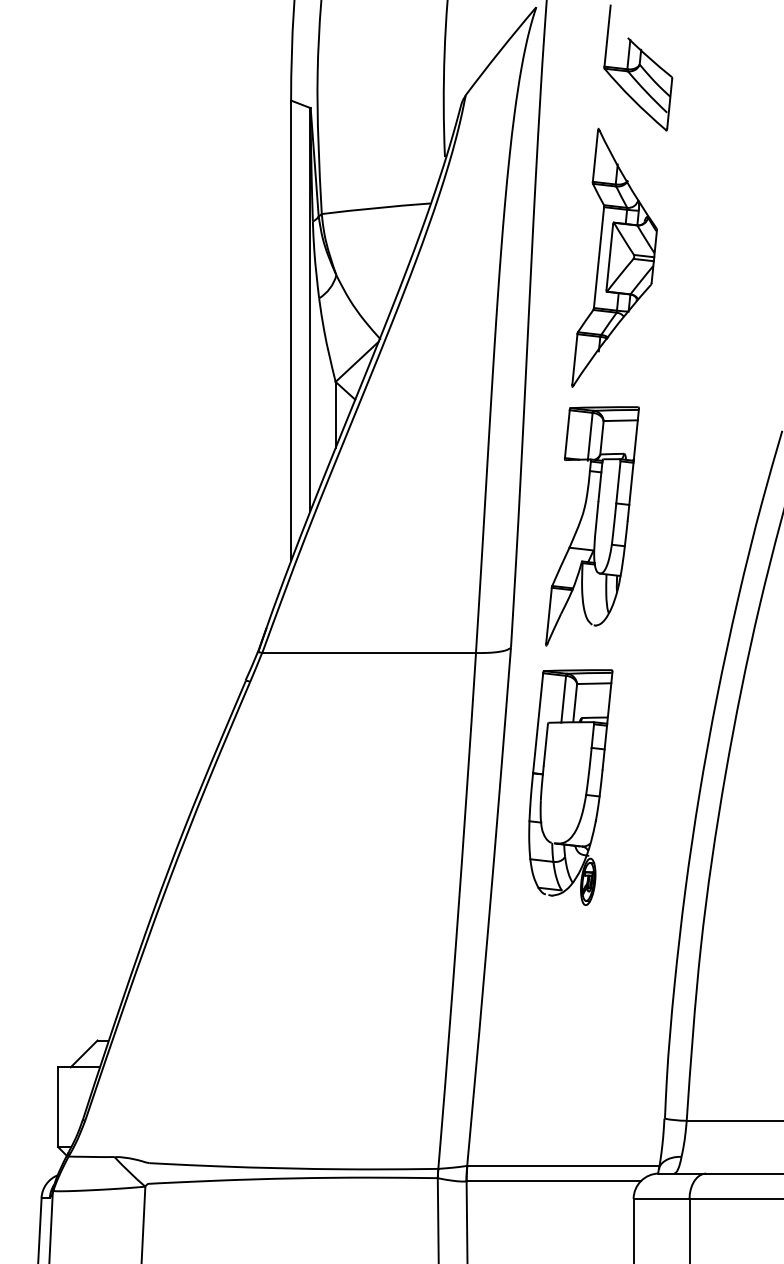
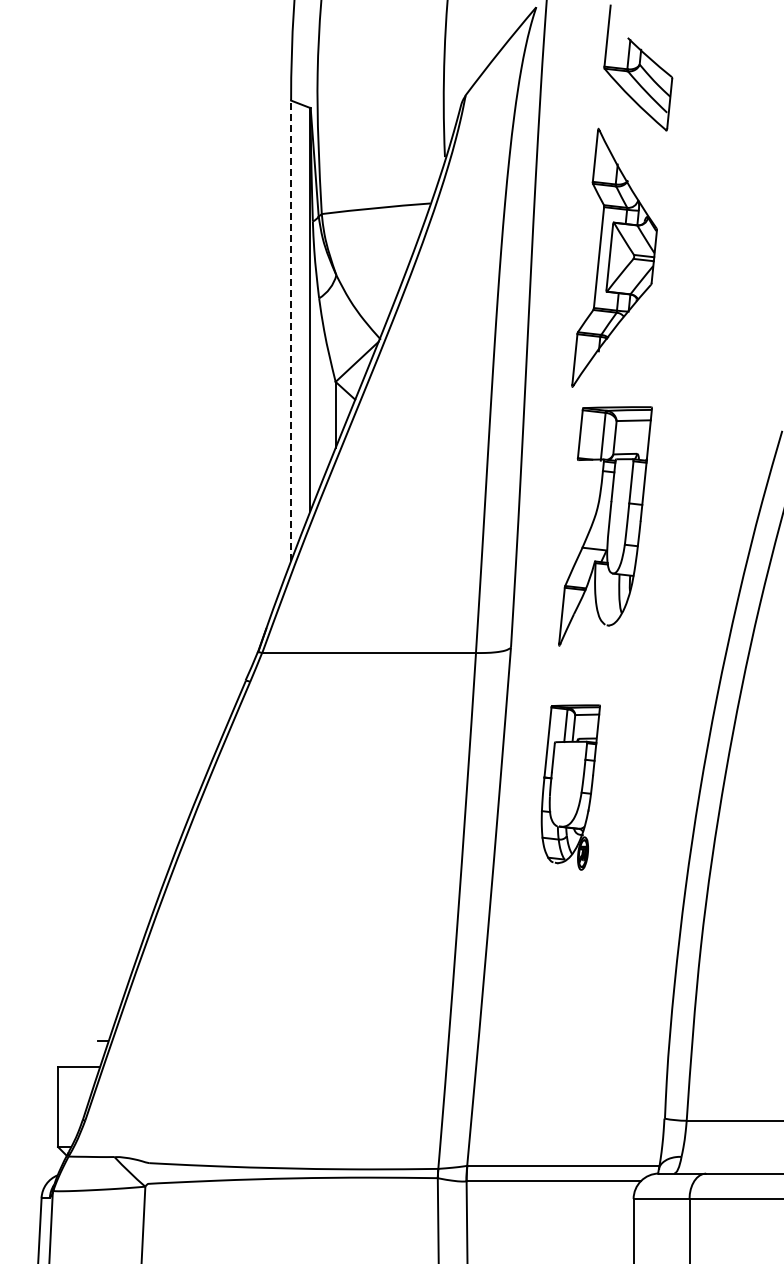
line at (291, 330): solid -> dashed
part at (592, 526) position: (592, 526) -> (605, 526)
part at (570, 787) size: 86x237 px -> 61x167 px
line at (83, 1053): present -> none
